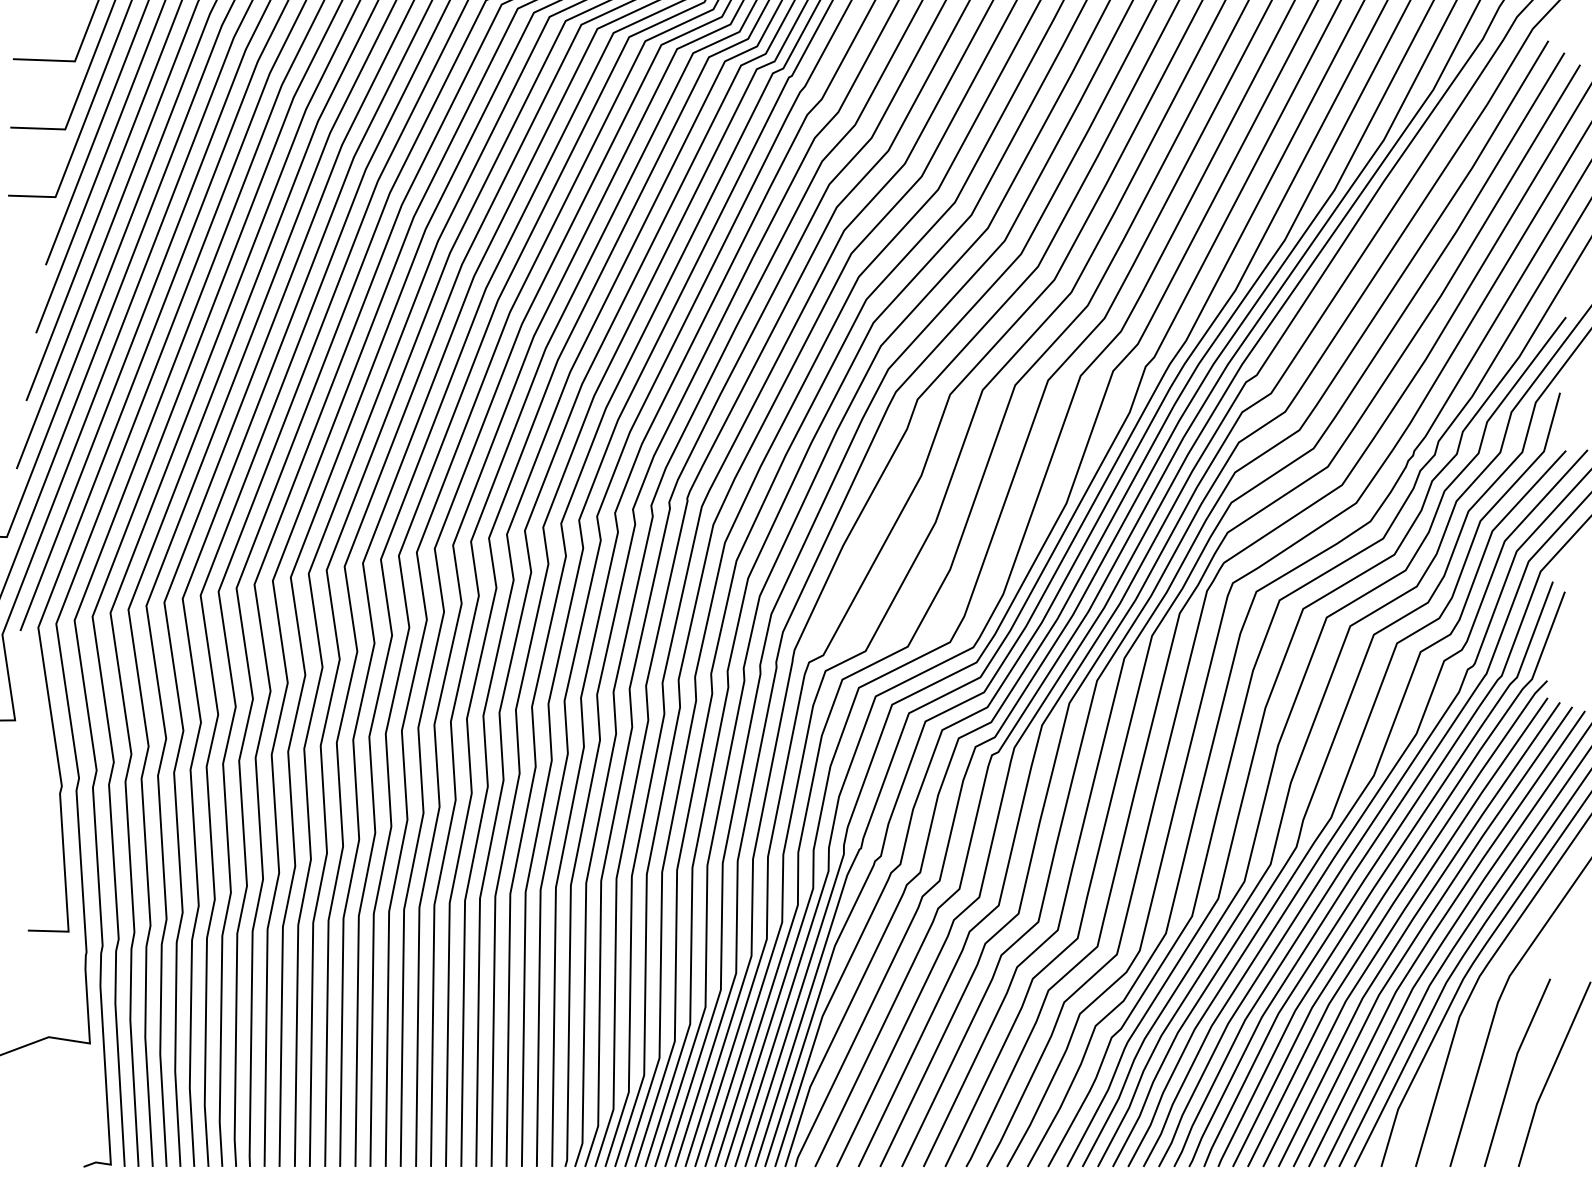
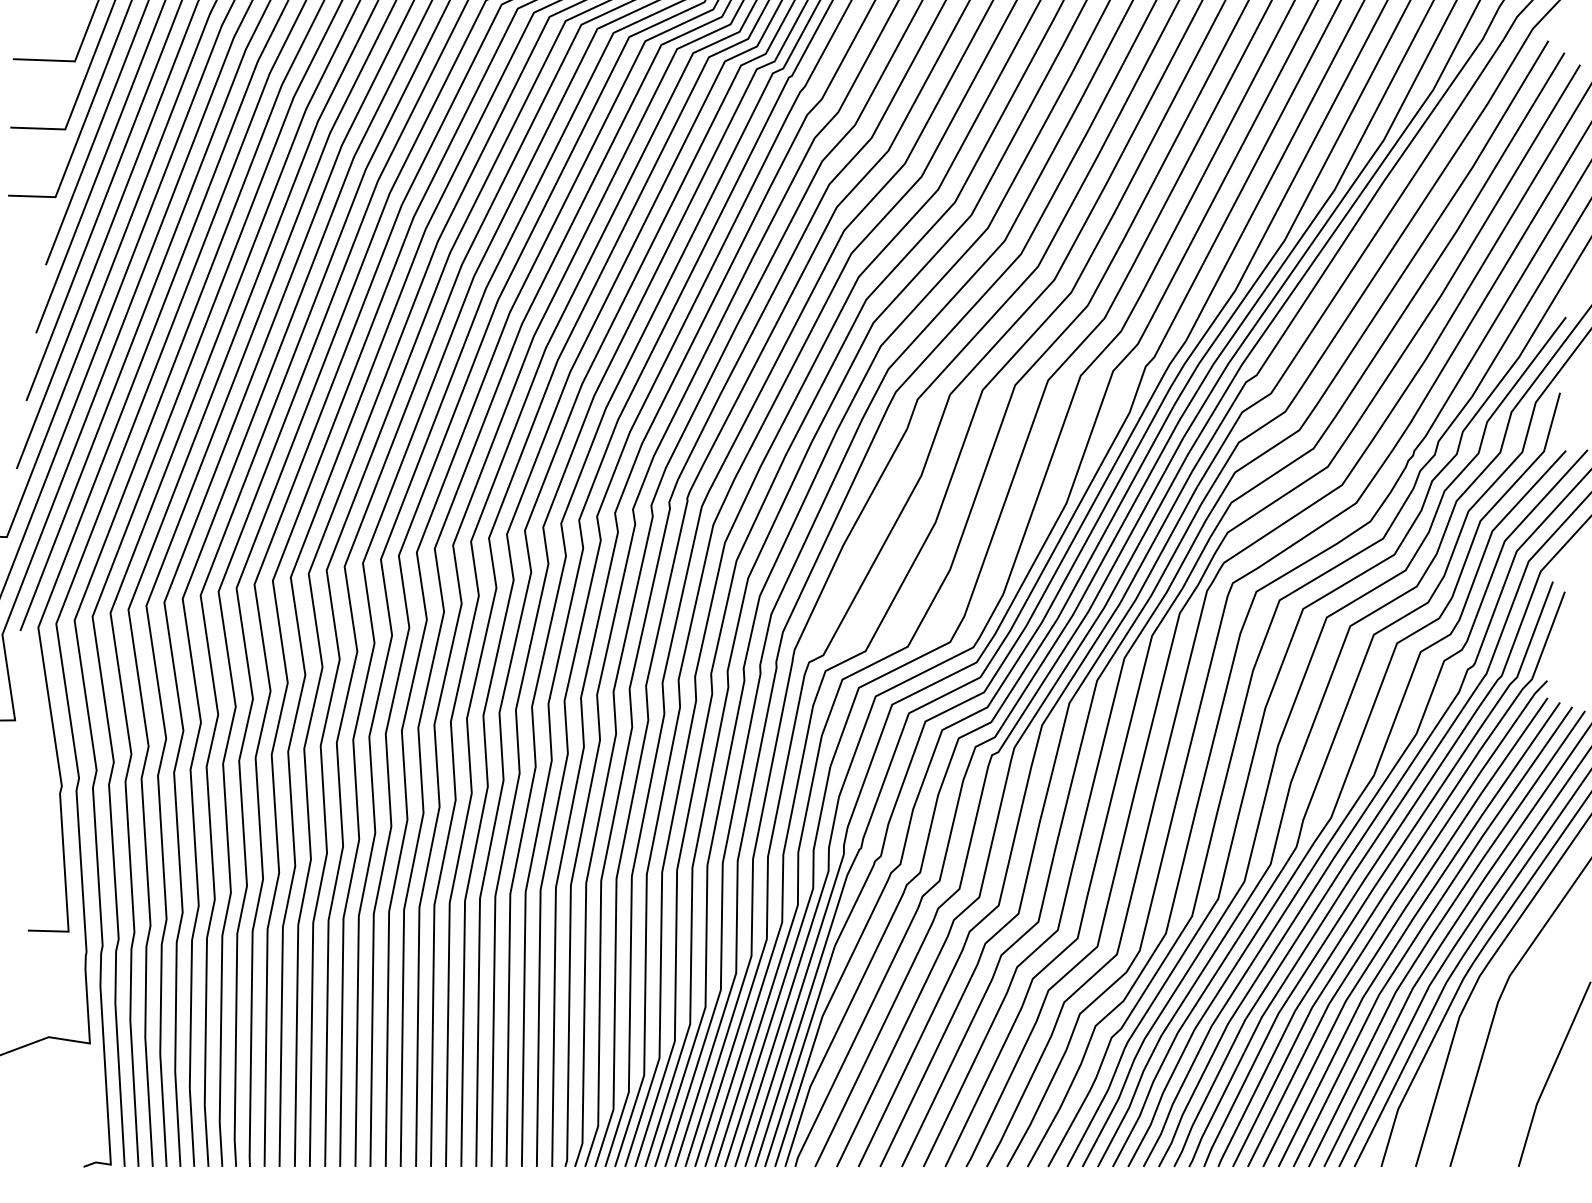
line at (1513, 1071): present -> none
